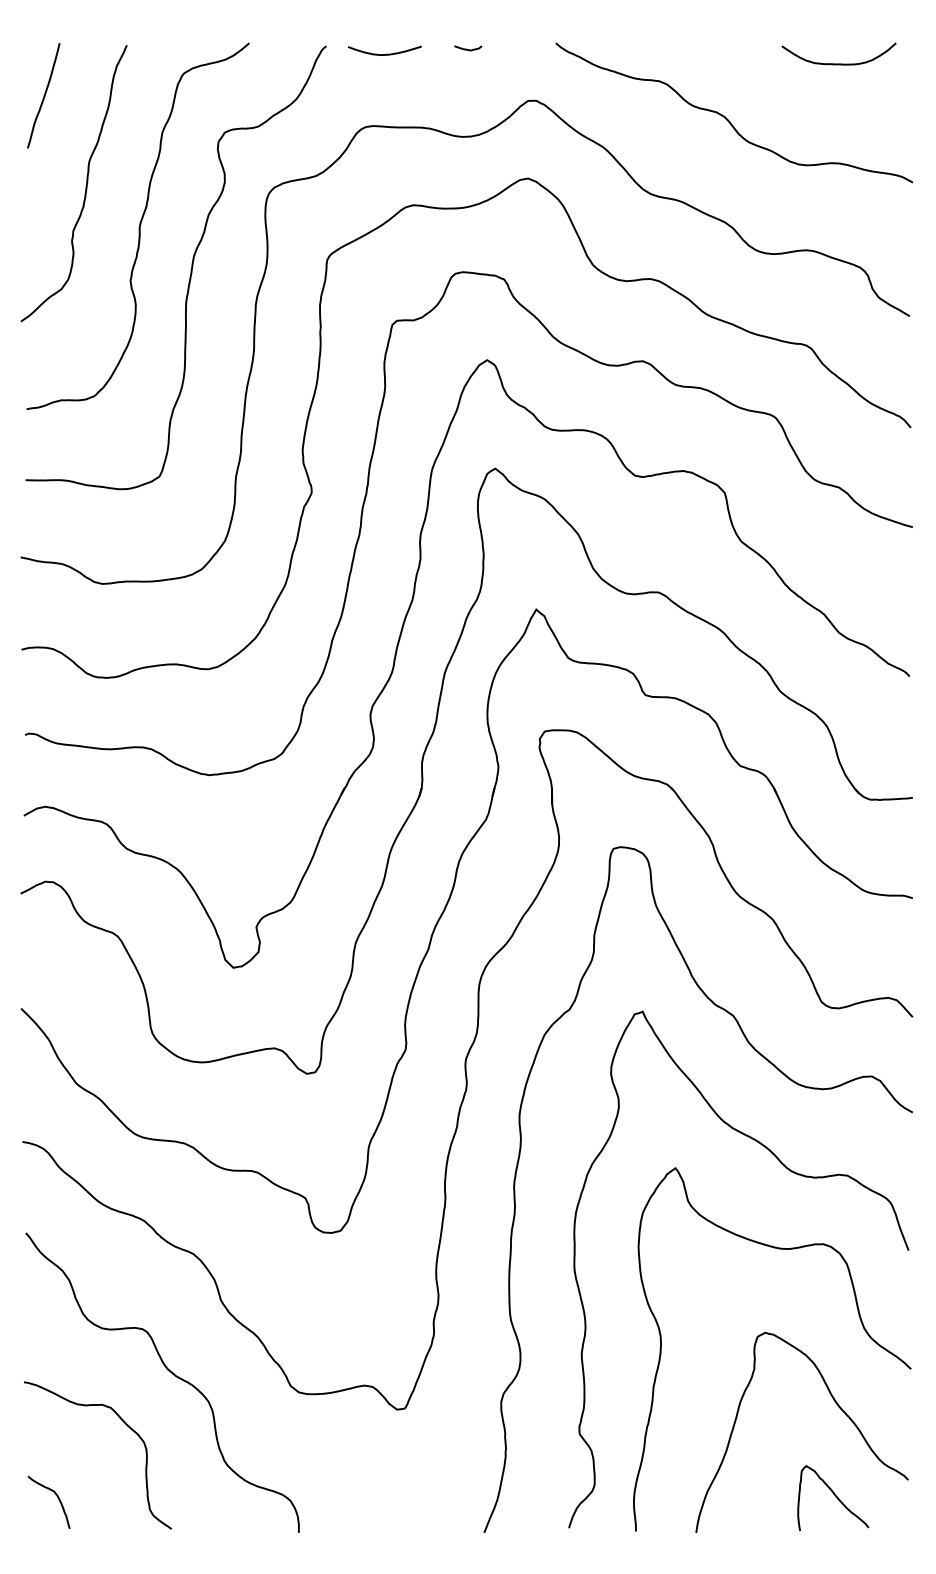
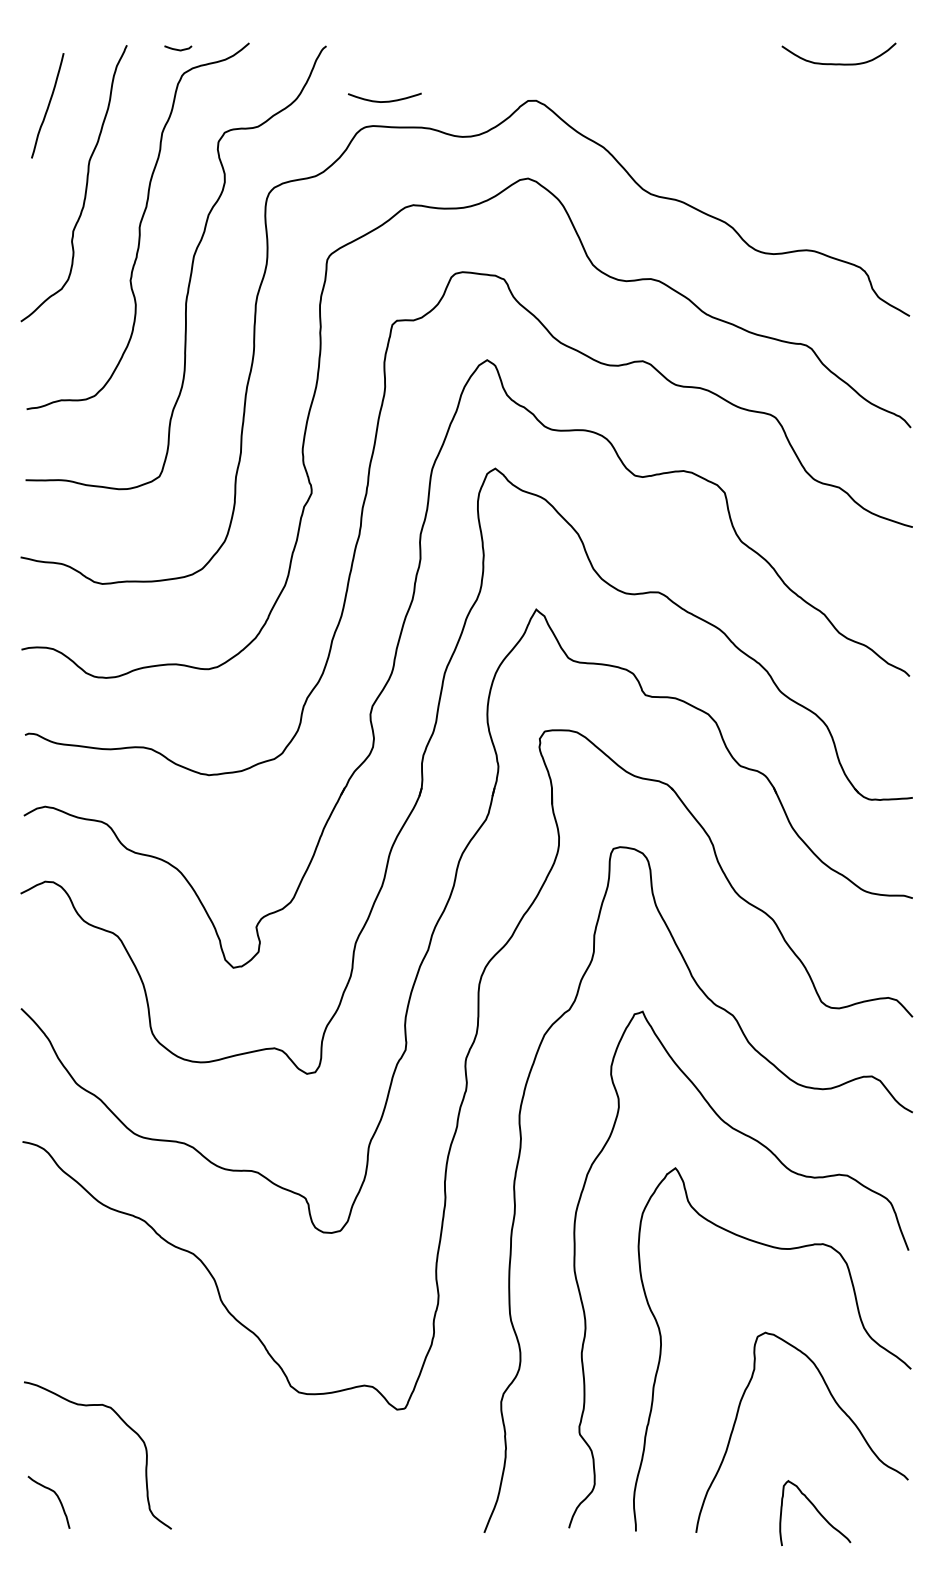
curve at (468, 49) position: (468, 49) -> (178, 49)
curve at (386, 53) position: (386, 53) -> (386, 100)
curve at (43, 95) position: (43, 95) -> (47, 105)
curve at (727, 118): present -> none
curve at (168, 1371): present -> none
curve at (835, 1497) position: (835, 1497) -> (817, 1512)
